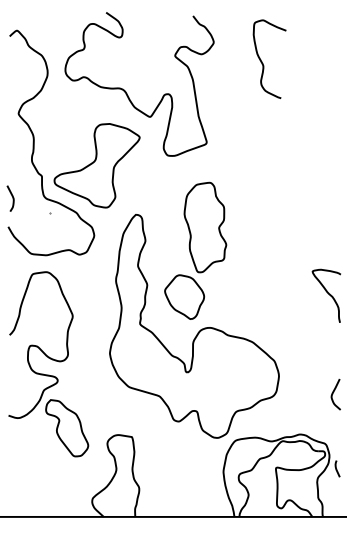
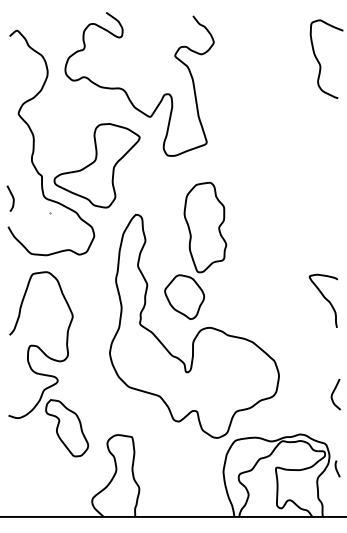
curve at (262, 61) position: (262, 61) -> (319, 61)
curve at (327, 293) position: (327, 293) -> (324, 298)
